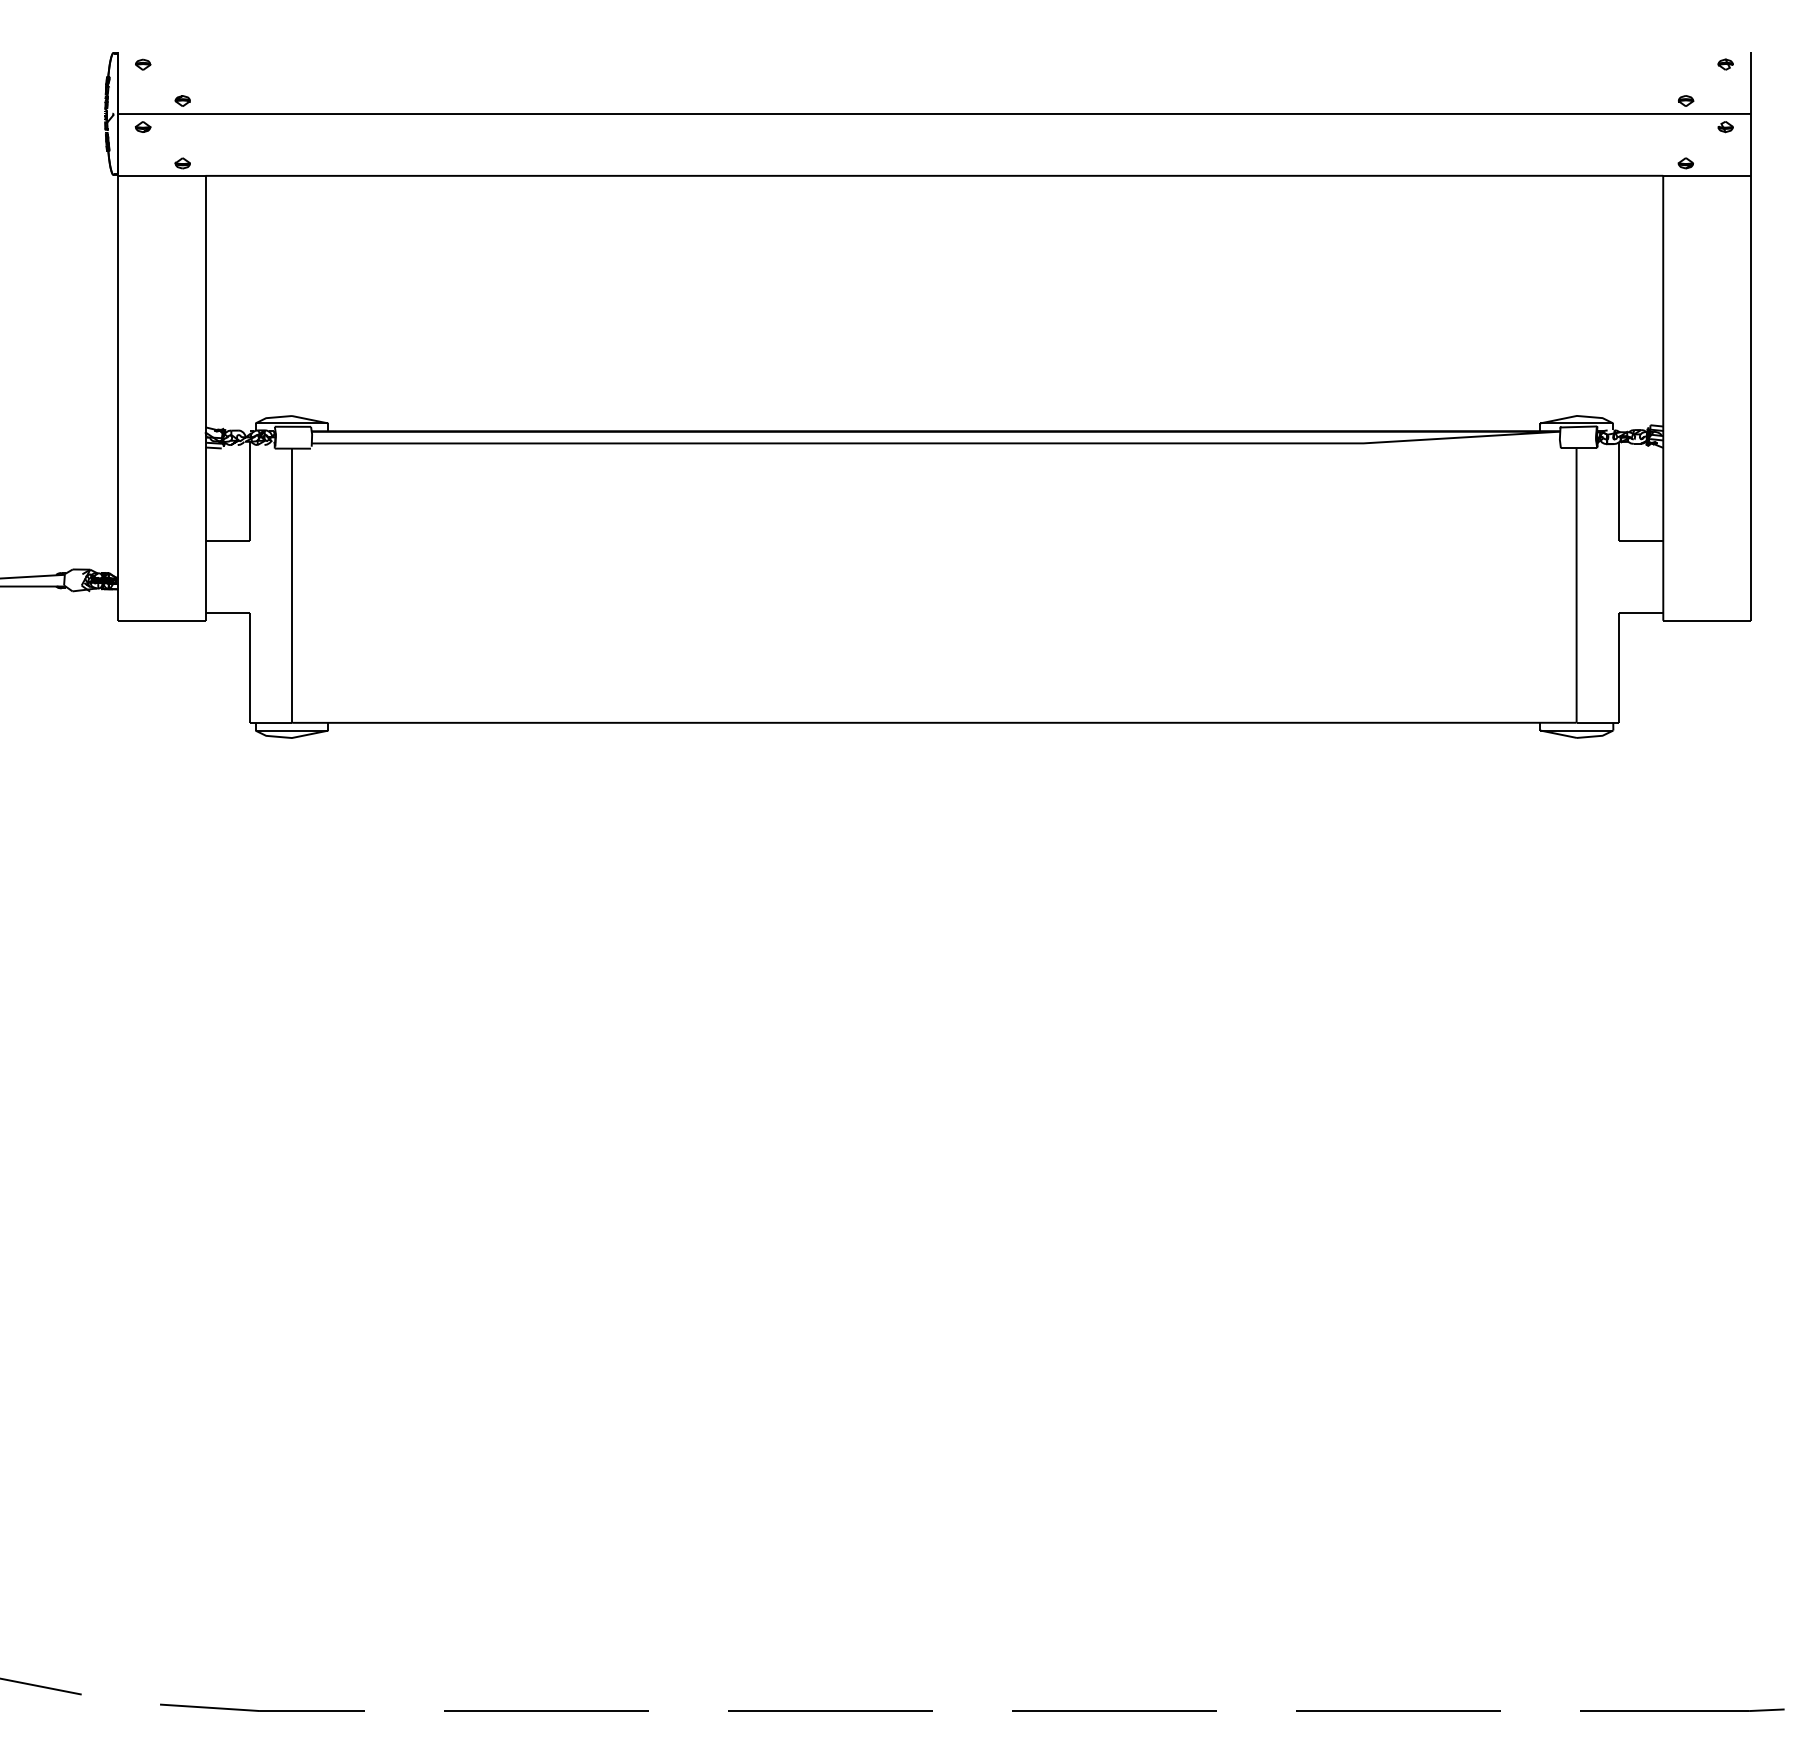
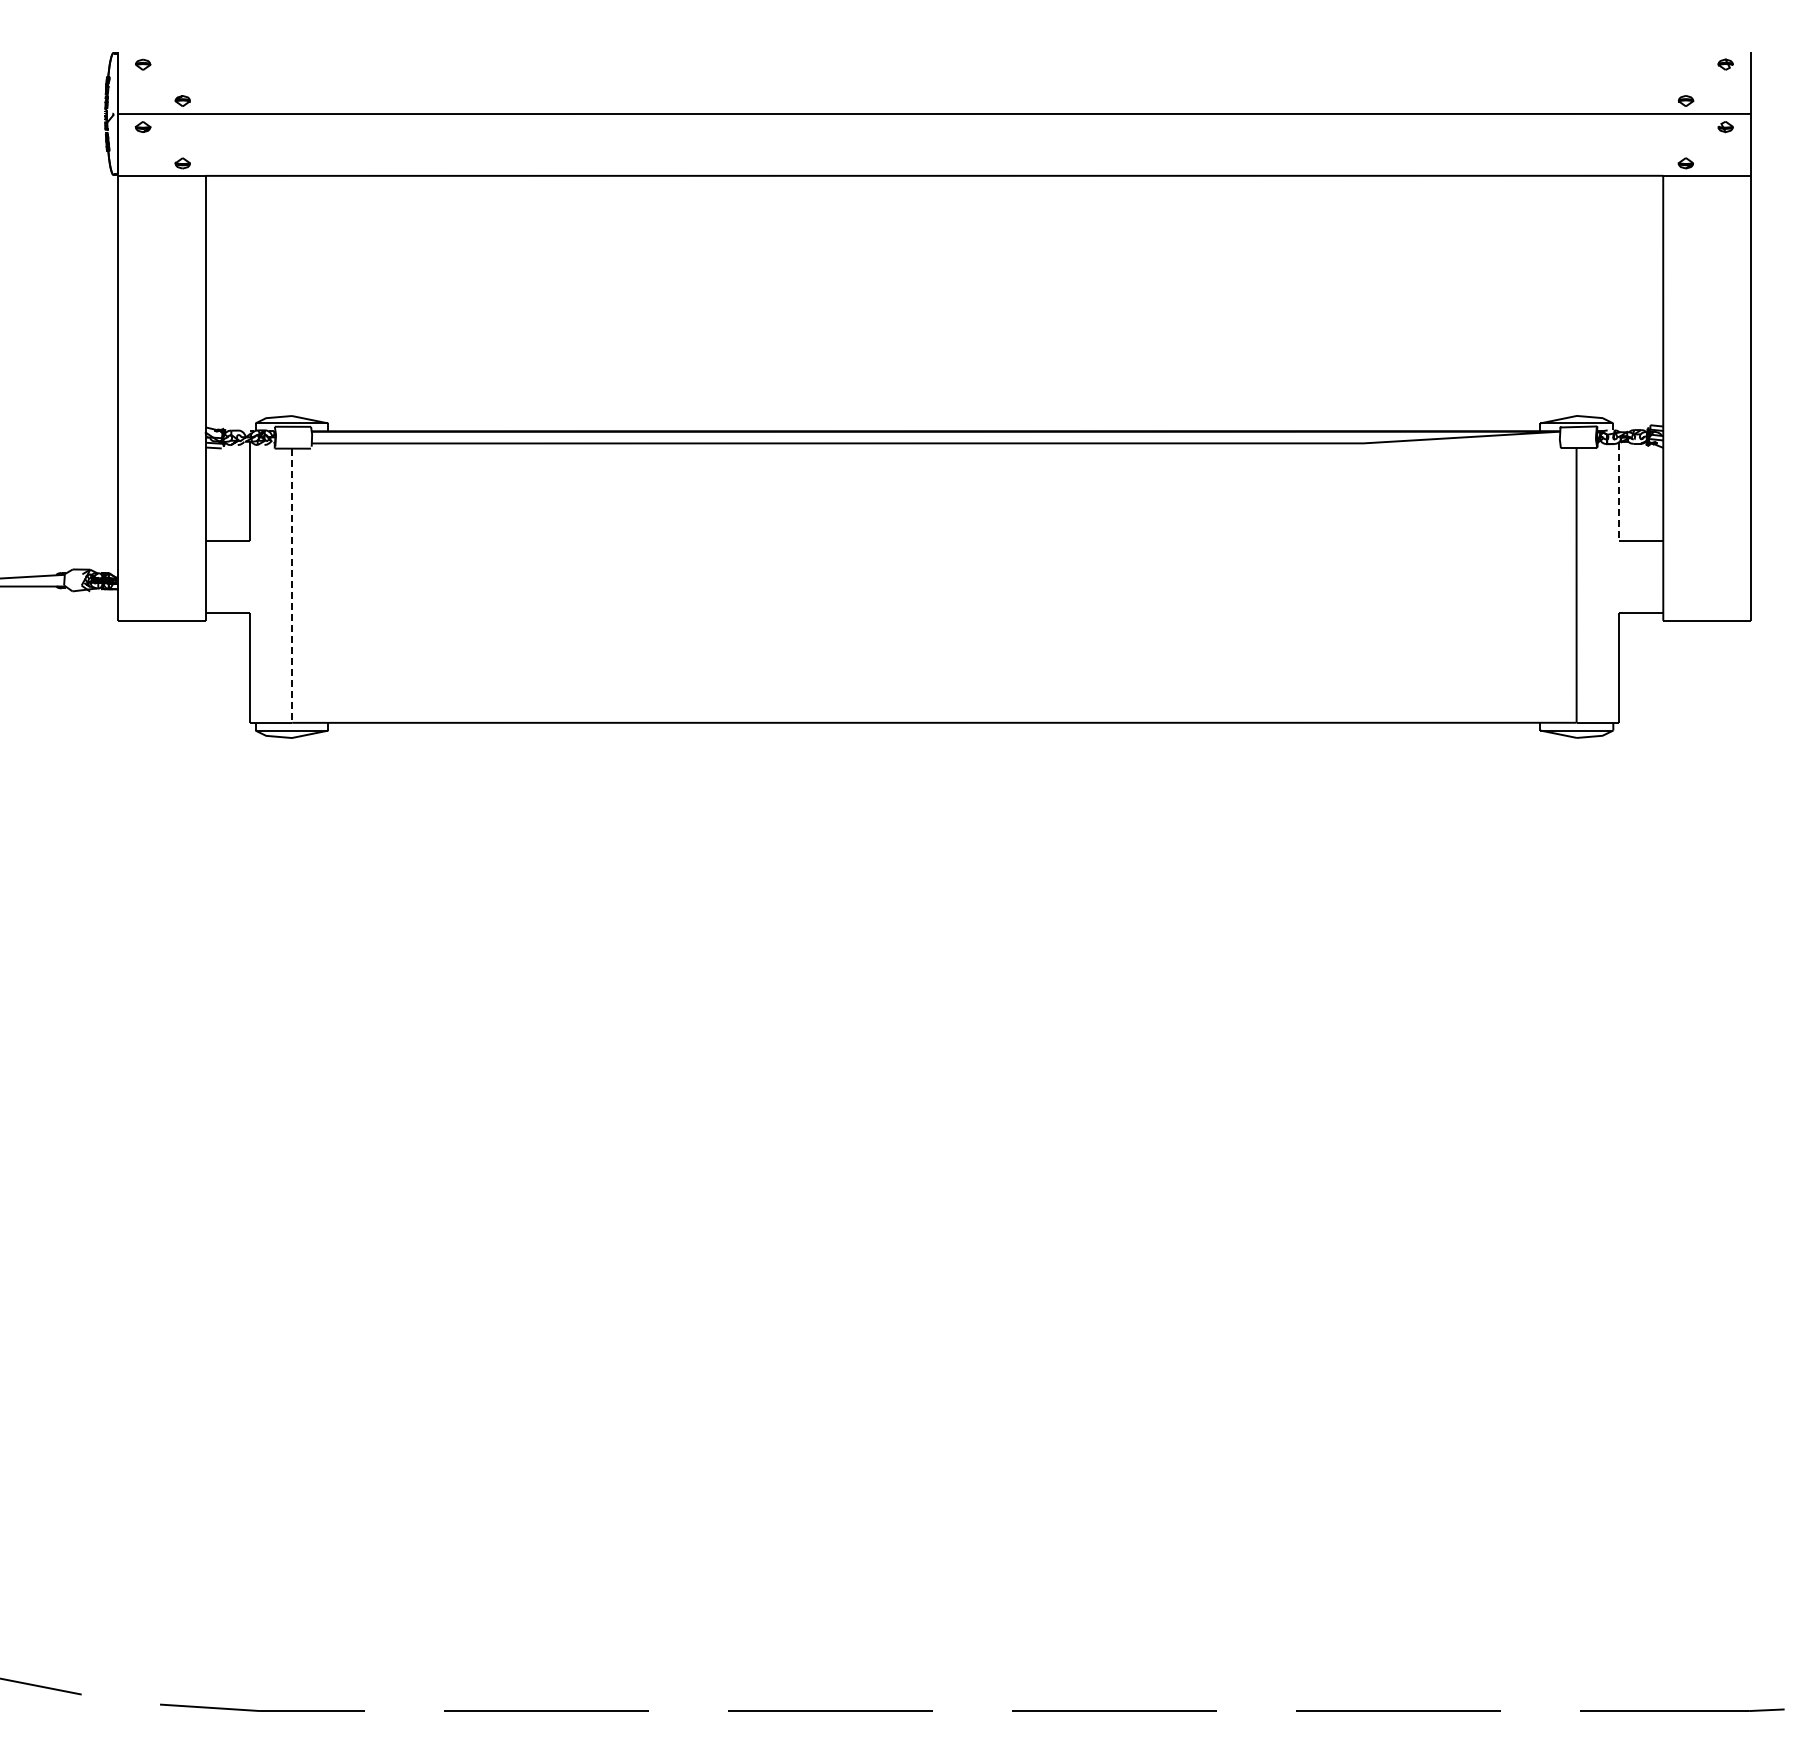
line at (1618, 491): solid -> dashed
line at (292, 586): solid -> dashed
